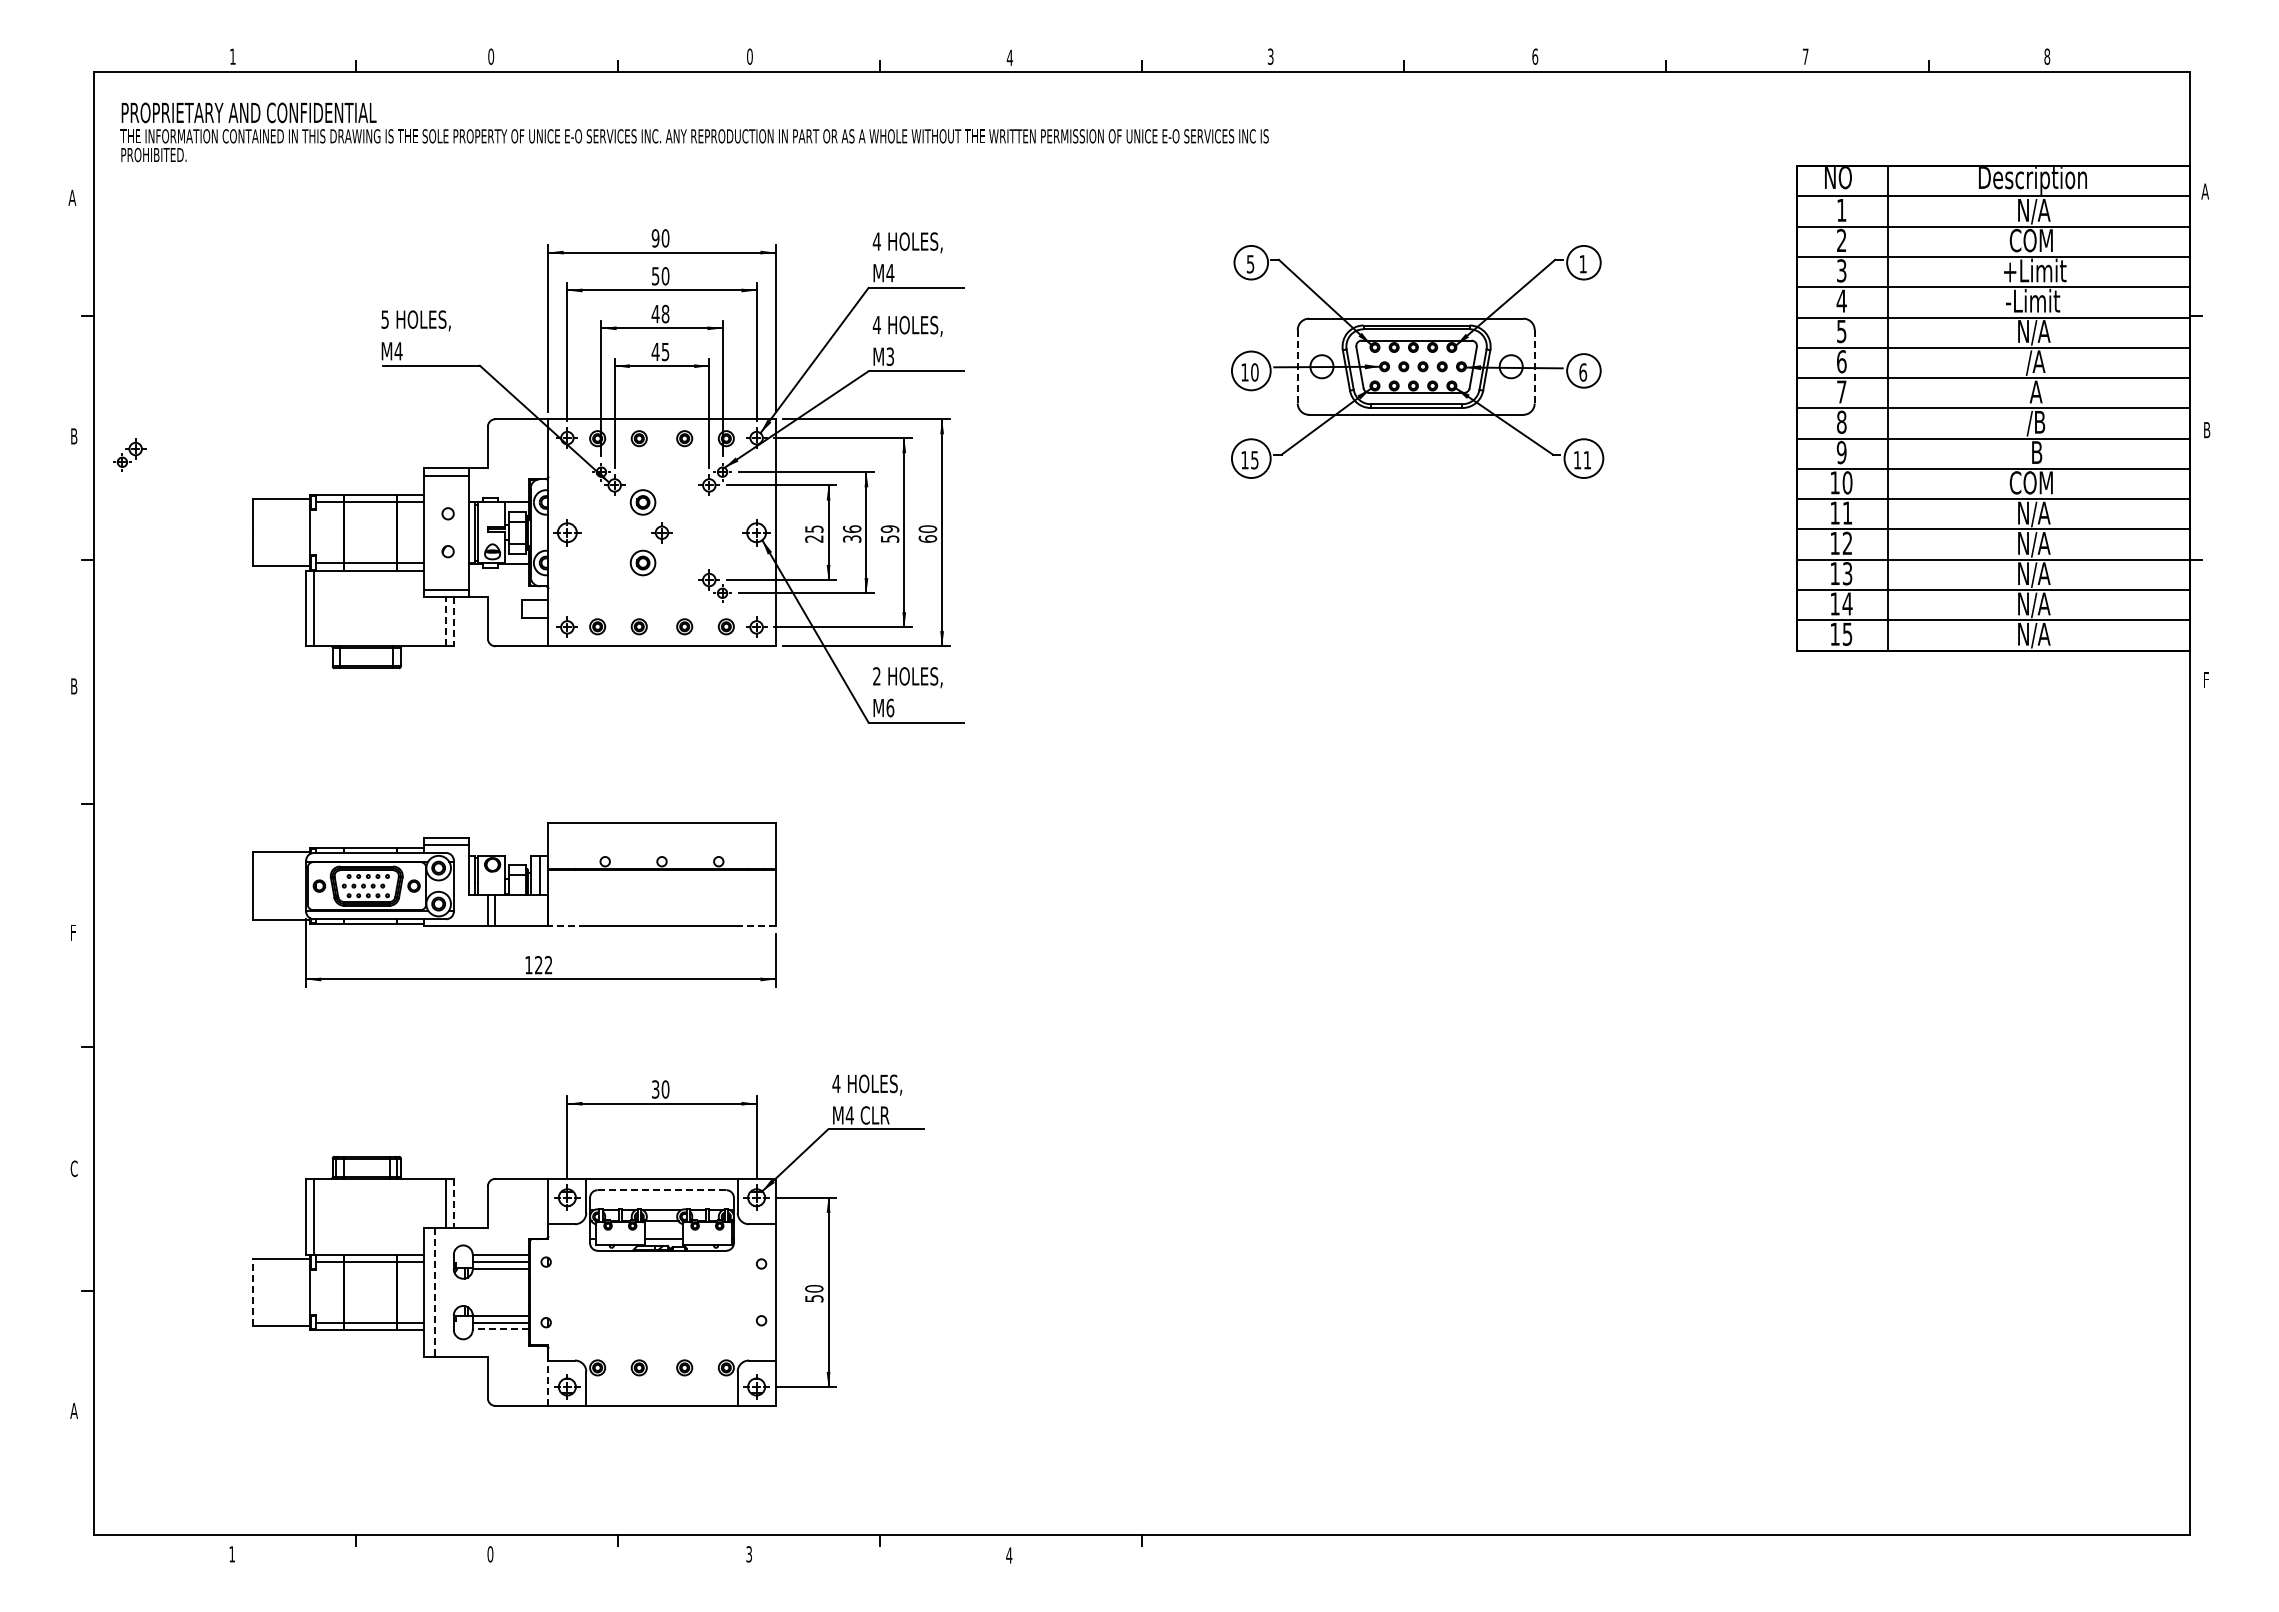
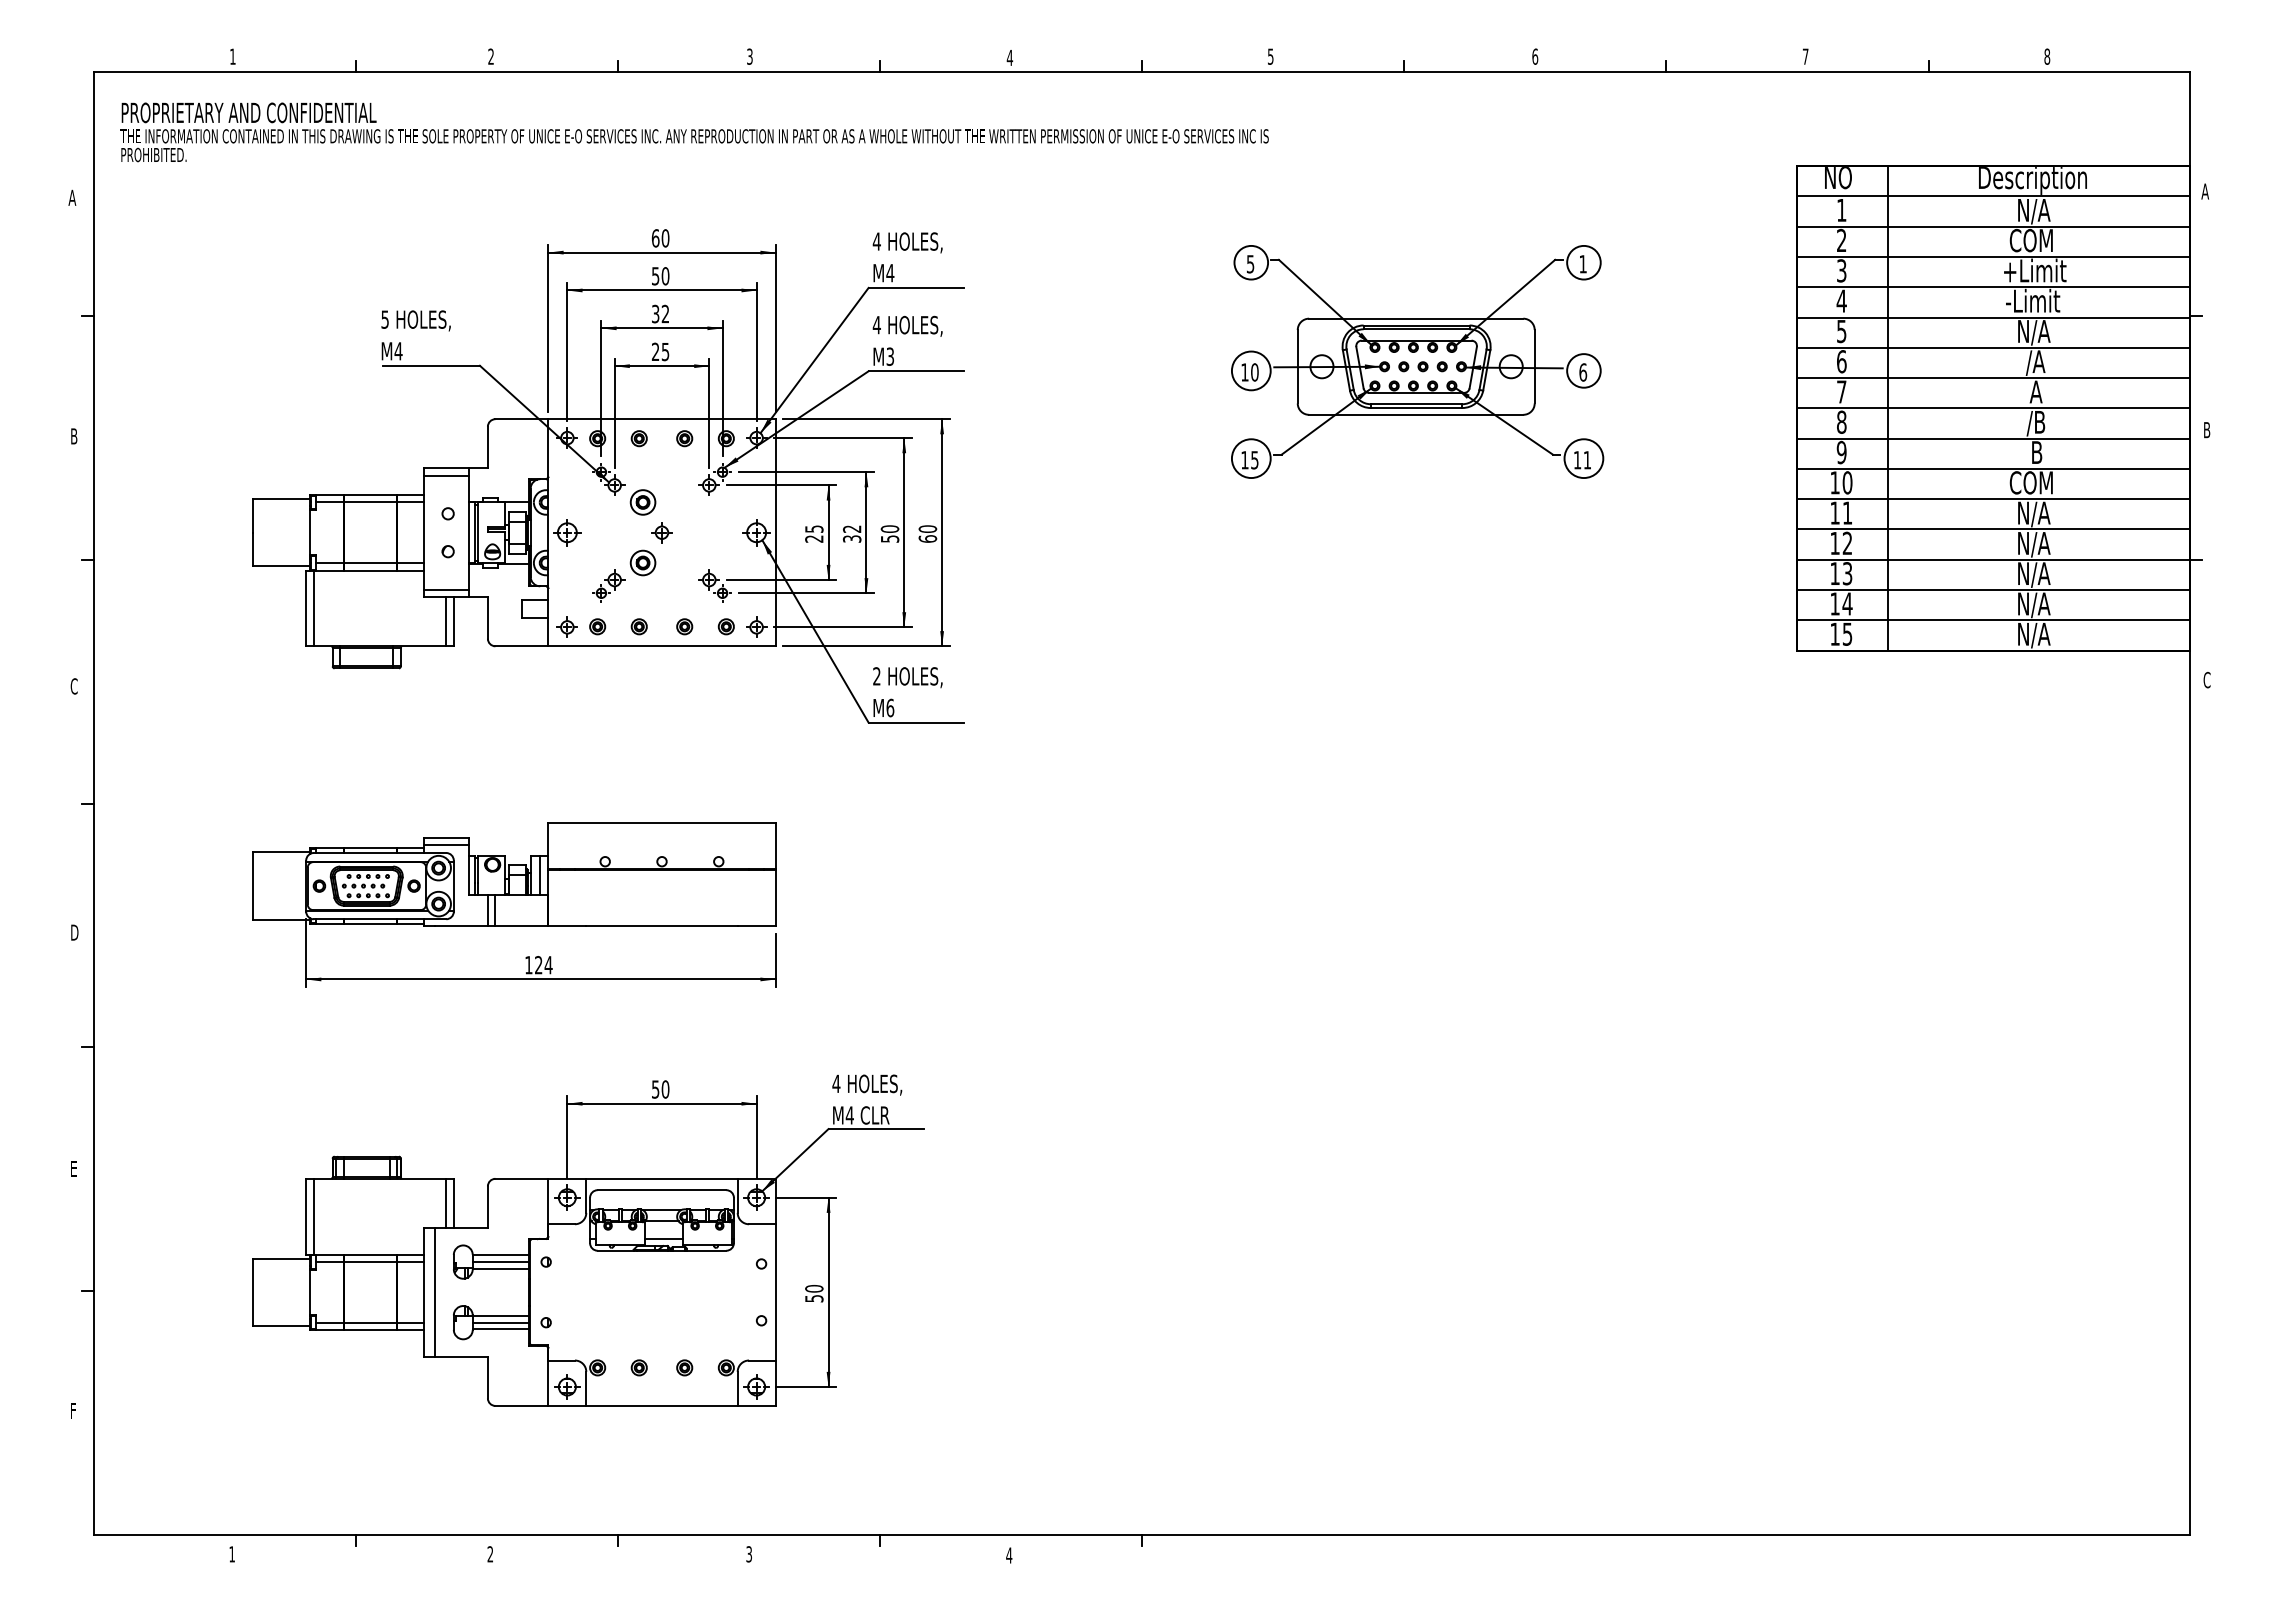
text at (1270, 55): 3 -> 5
text at (491, 56): 0 -> 2
text at (749, 56): 0 -> 3
text at (655, 238): 90 -> 60
text at (660, 313): 48 -> 32
text at (655, 351): 45 -> 25
line at (1297, 366): dashed -> solid
line at (1534, 366): dashed -> solid
part at (129, 454) position: (129, 454) -> (608, 585)
text at (851, 528): 36 -> 32
text at (890, 529): 59 -> 50
line at (446, 621): dashed -> solid
line at (453, 621): dashed -> solid
text at (2206, 679): F -> C
text at (73, 686): B -> C
line at (567, 926): dashed -> solid
line at (756, 926): dashed -> solid
text at (74, 932): F -> D
text at (548, 965): 122 -> 124
text at (655, 1088): 30 -> 50
text at (73, 1168): C -> E
line at (662, 1190): dashed -> solid
line at (453, 1203): dashed -> solid
line at (253, 1292): dashed -> solid
line at (434, 1292): dashed -> solid
line at (500, 1329): dashed -> solid
line at (548, 1383): dashed -> solid
text at (73, 1410): A -> F
text at (490, 1554): 0 -> 2
